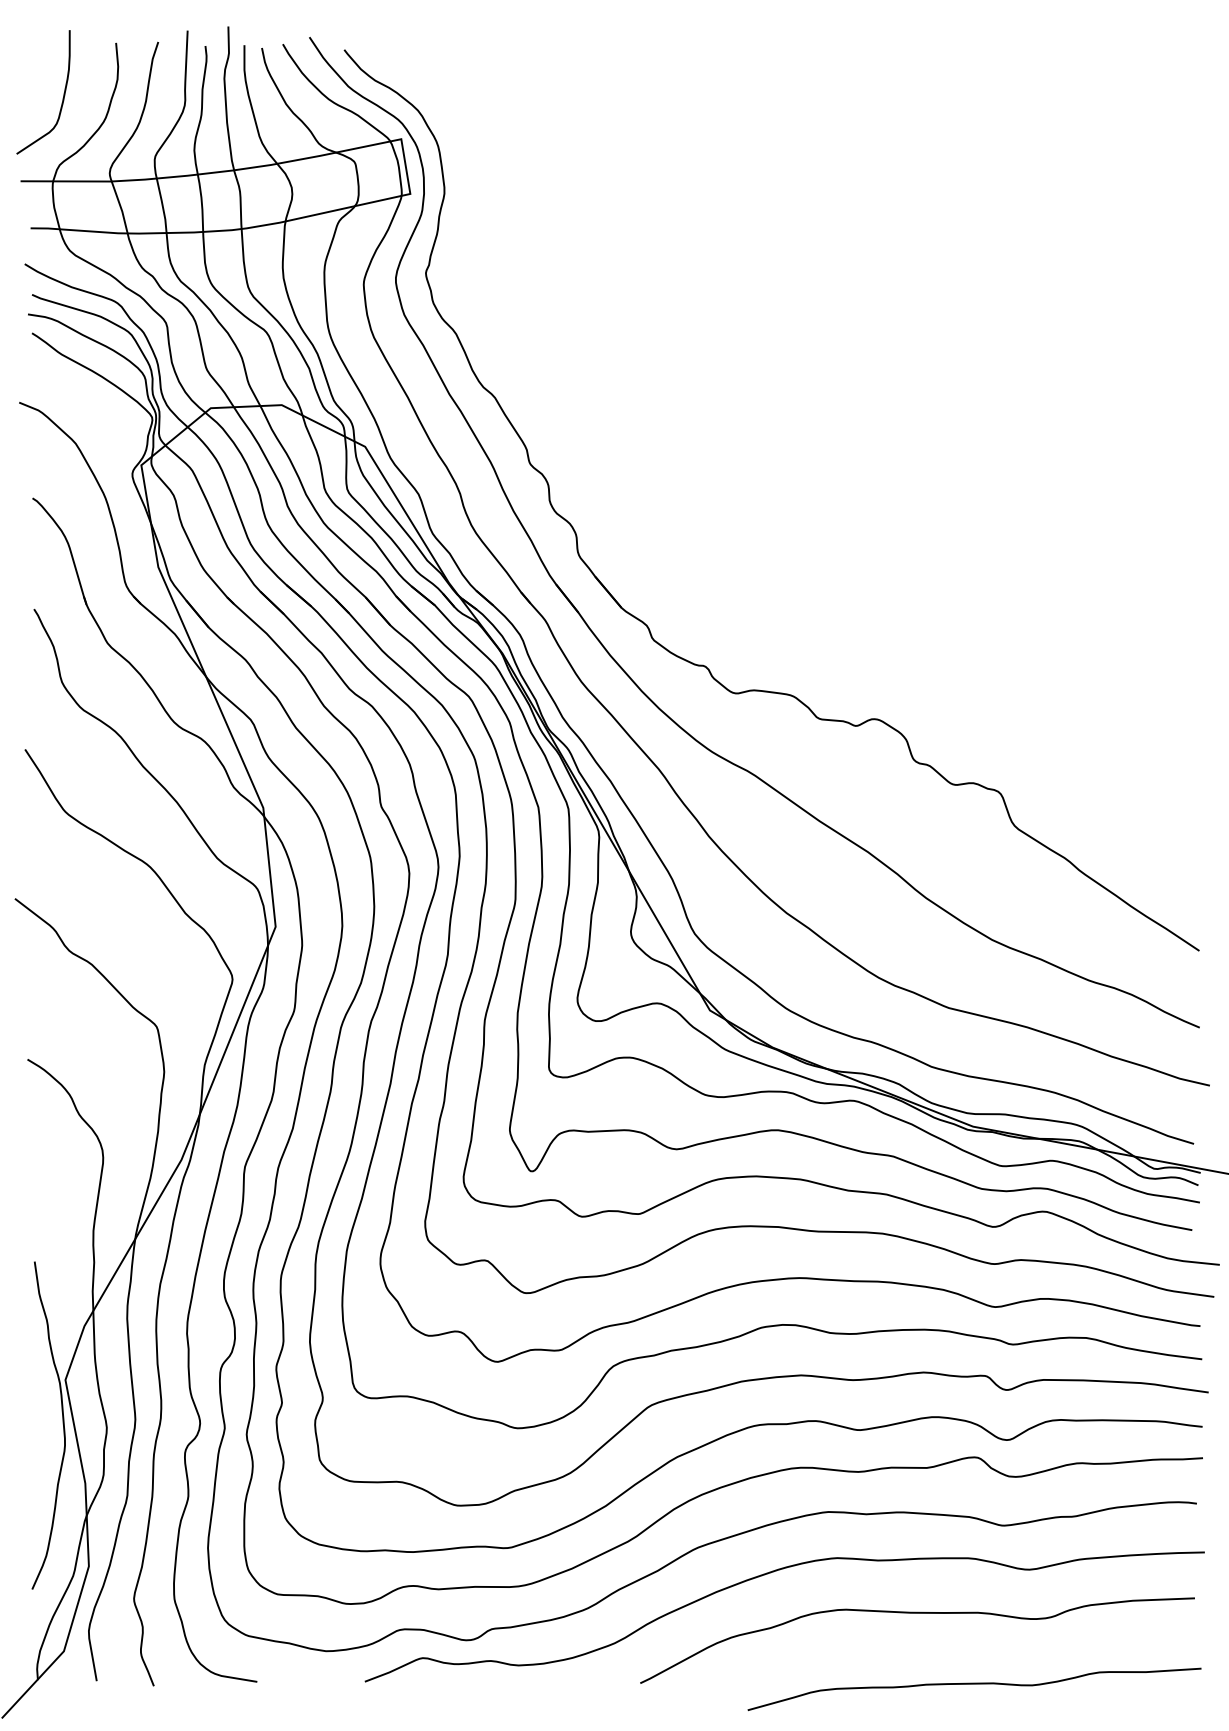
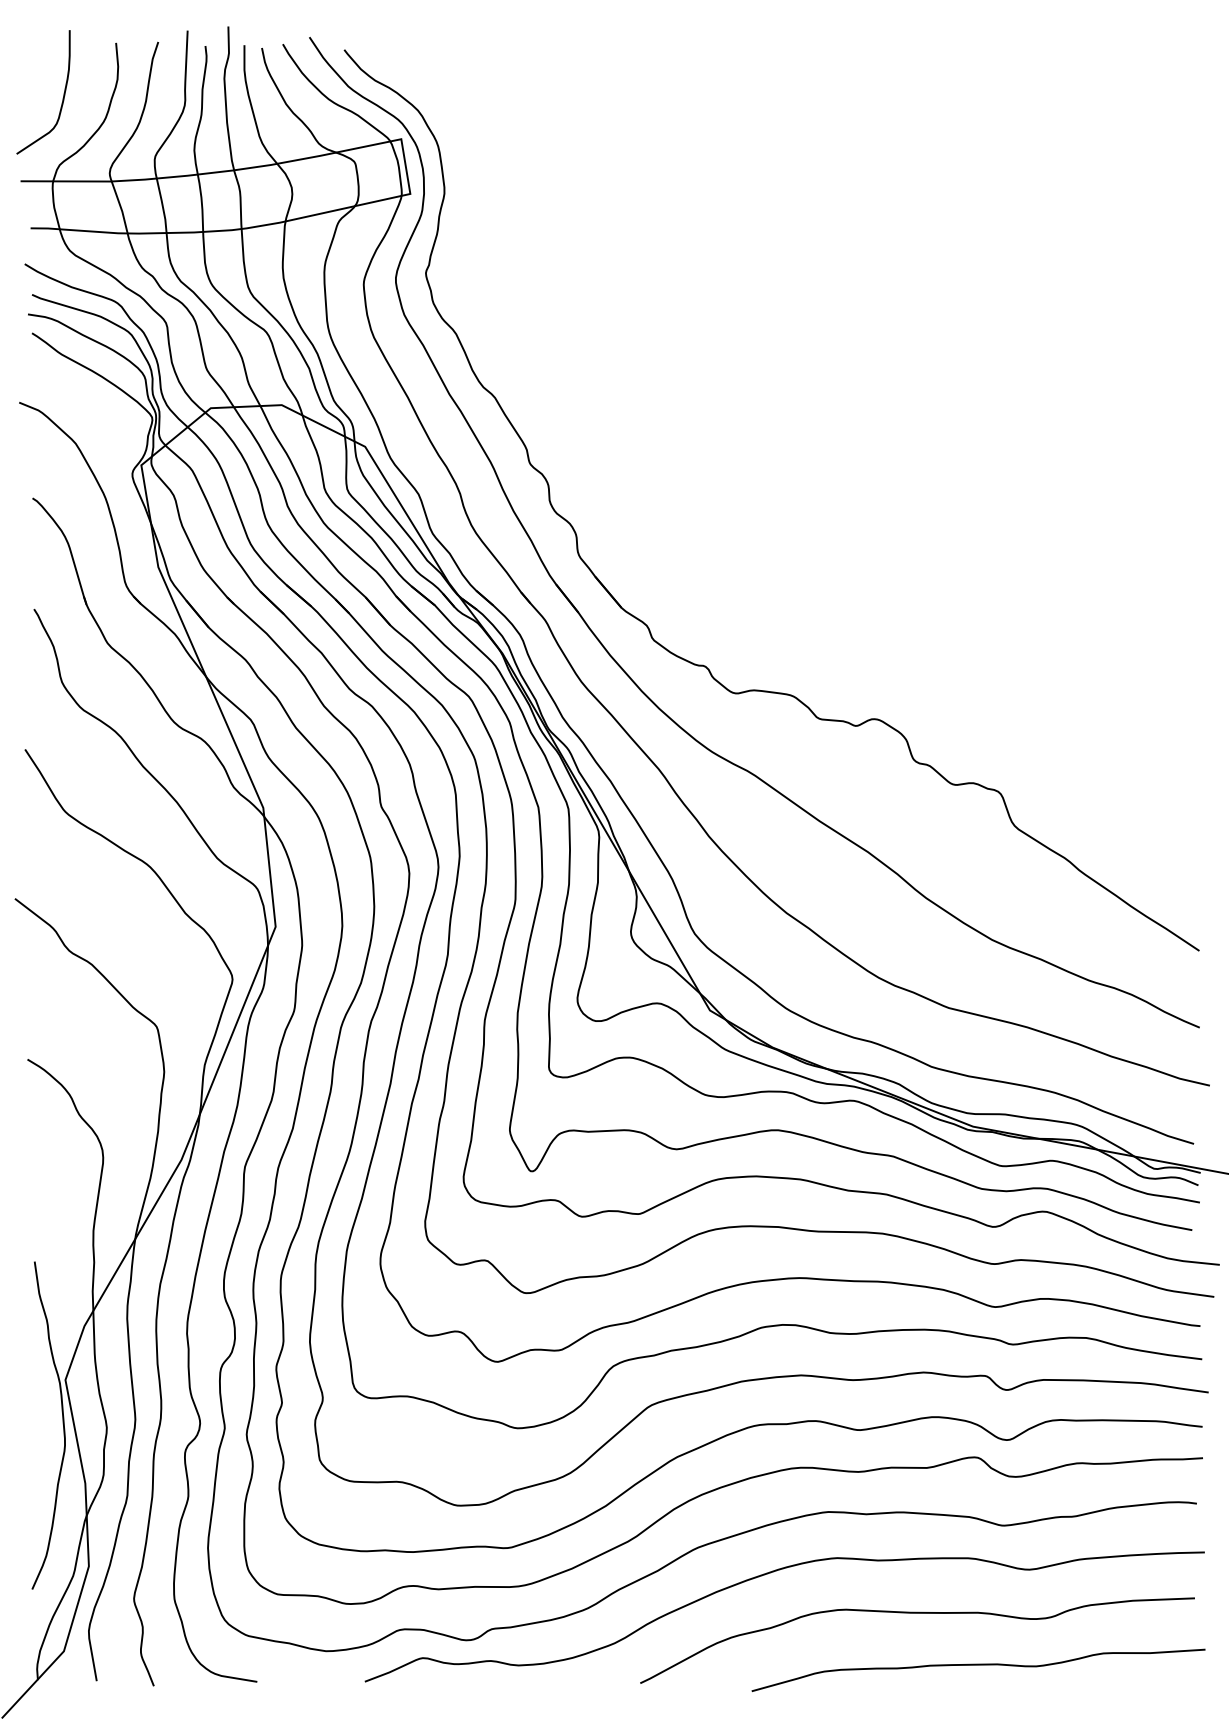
curve at (974, 1684) position: (974, 1684) -> (978, 1665)
